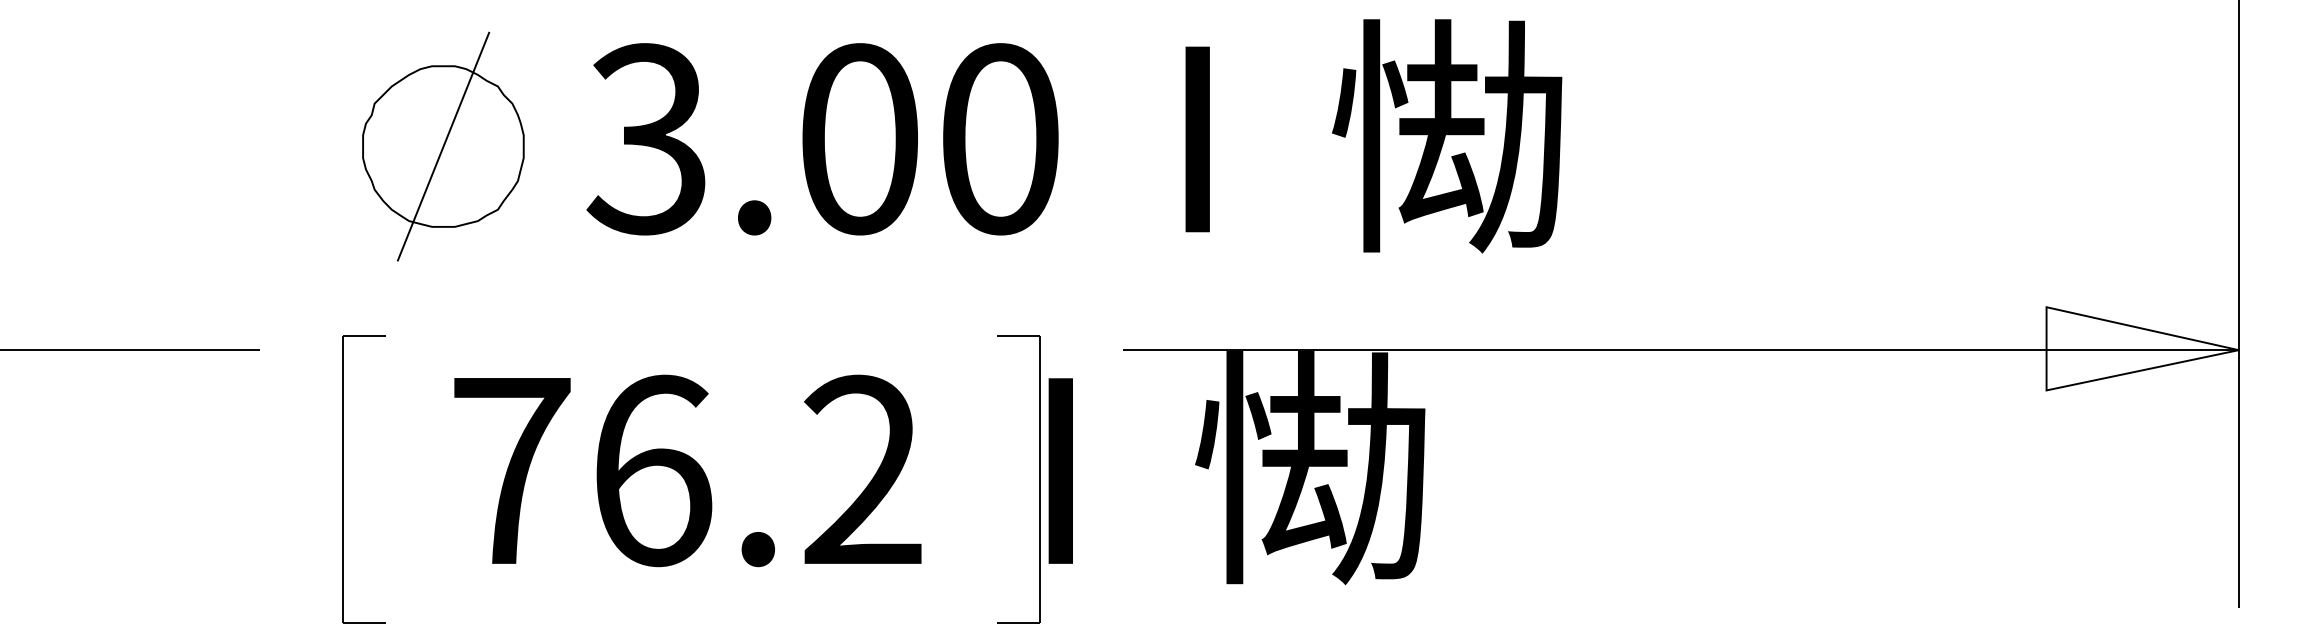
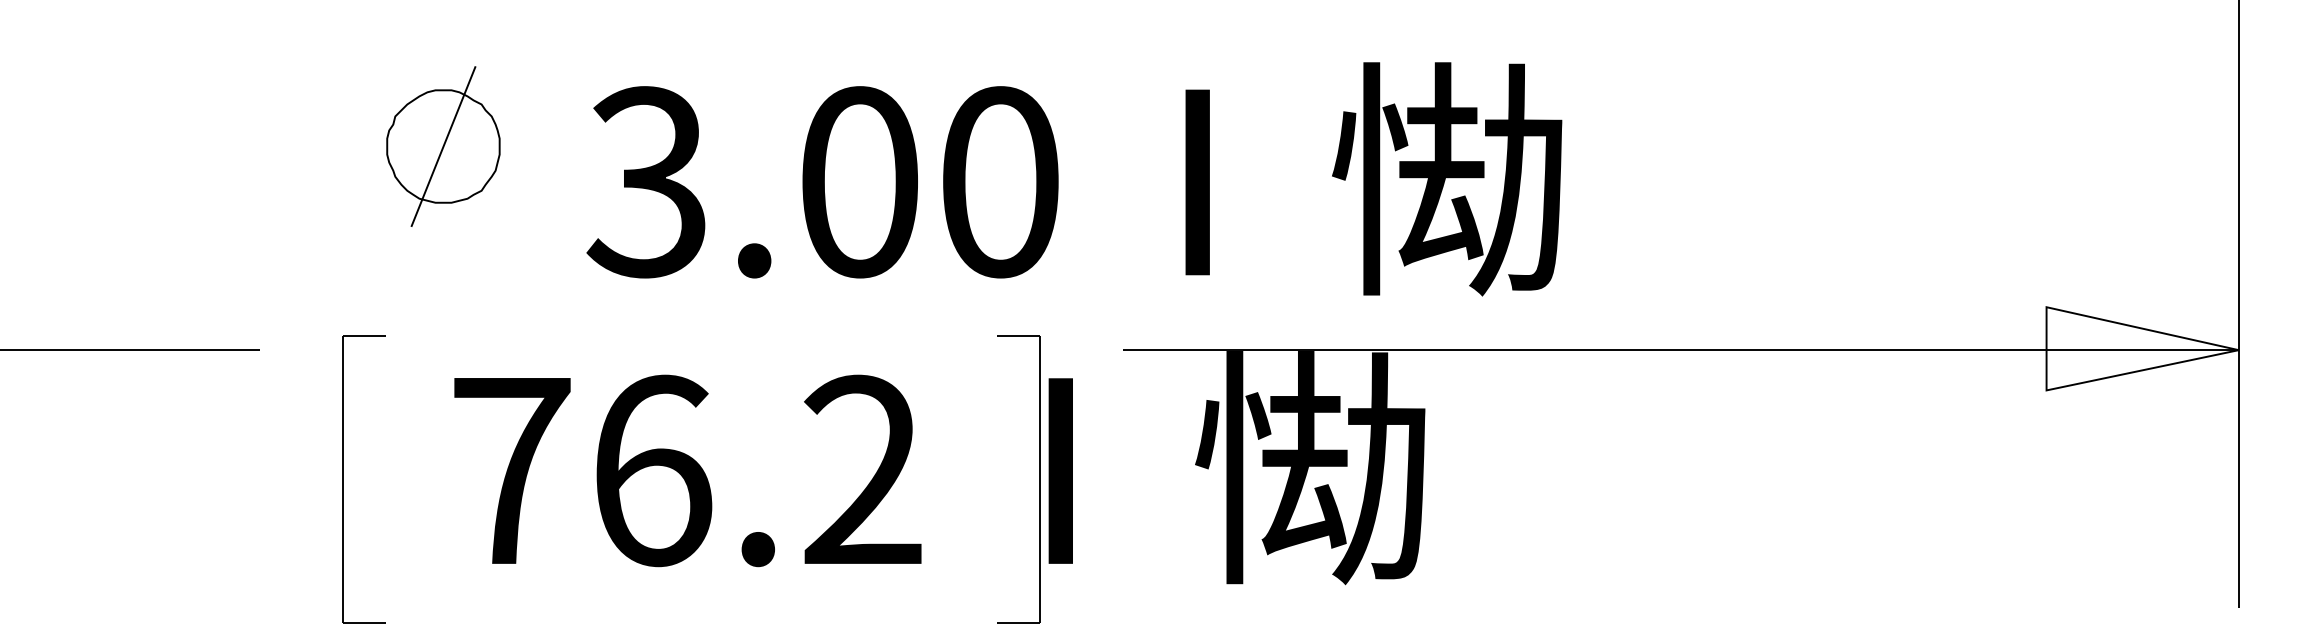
text at (1074, 136) position: (1074, 136) -> (1074, 179)
part at (443, 146) size: 163x231 px -> 115x161 px
